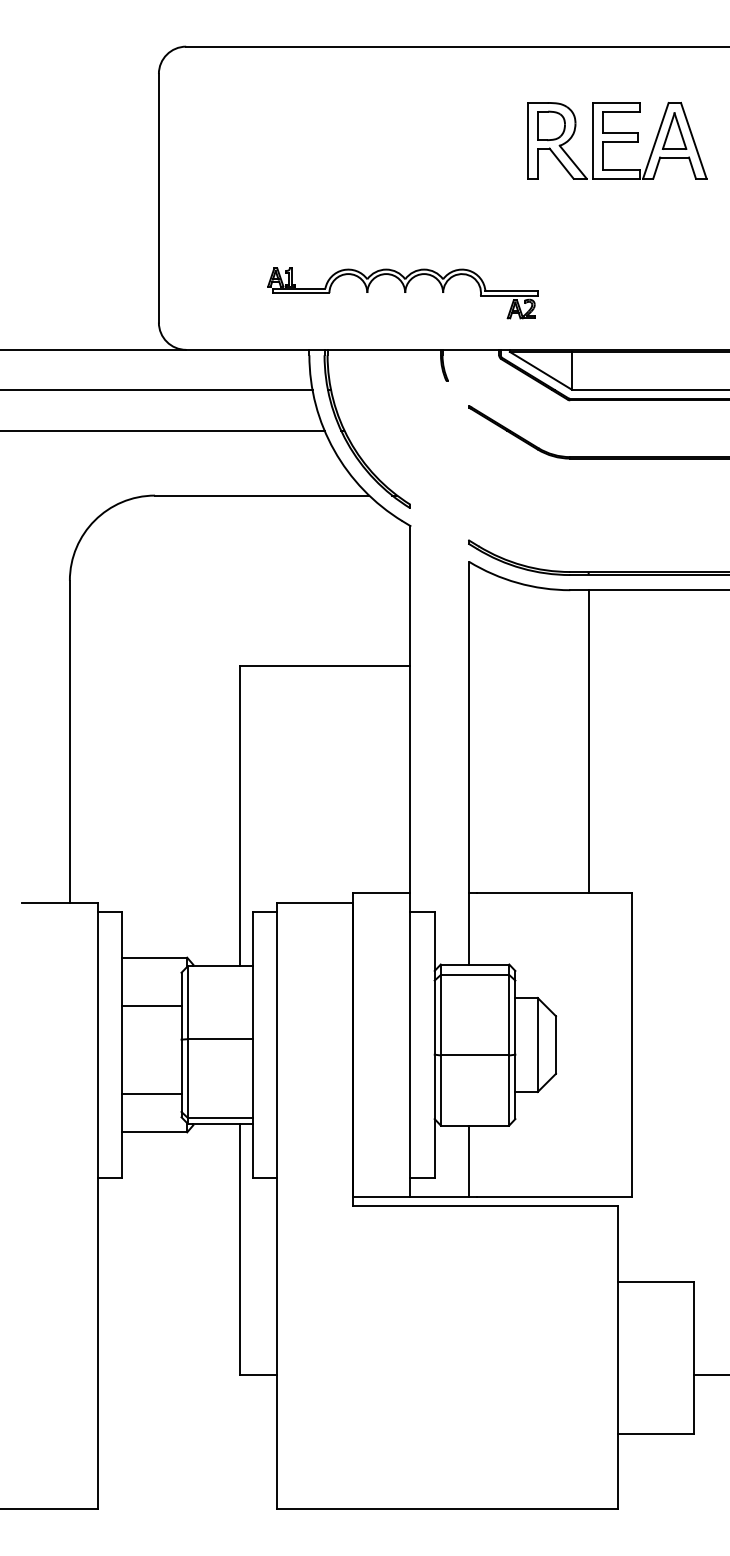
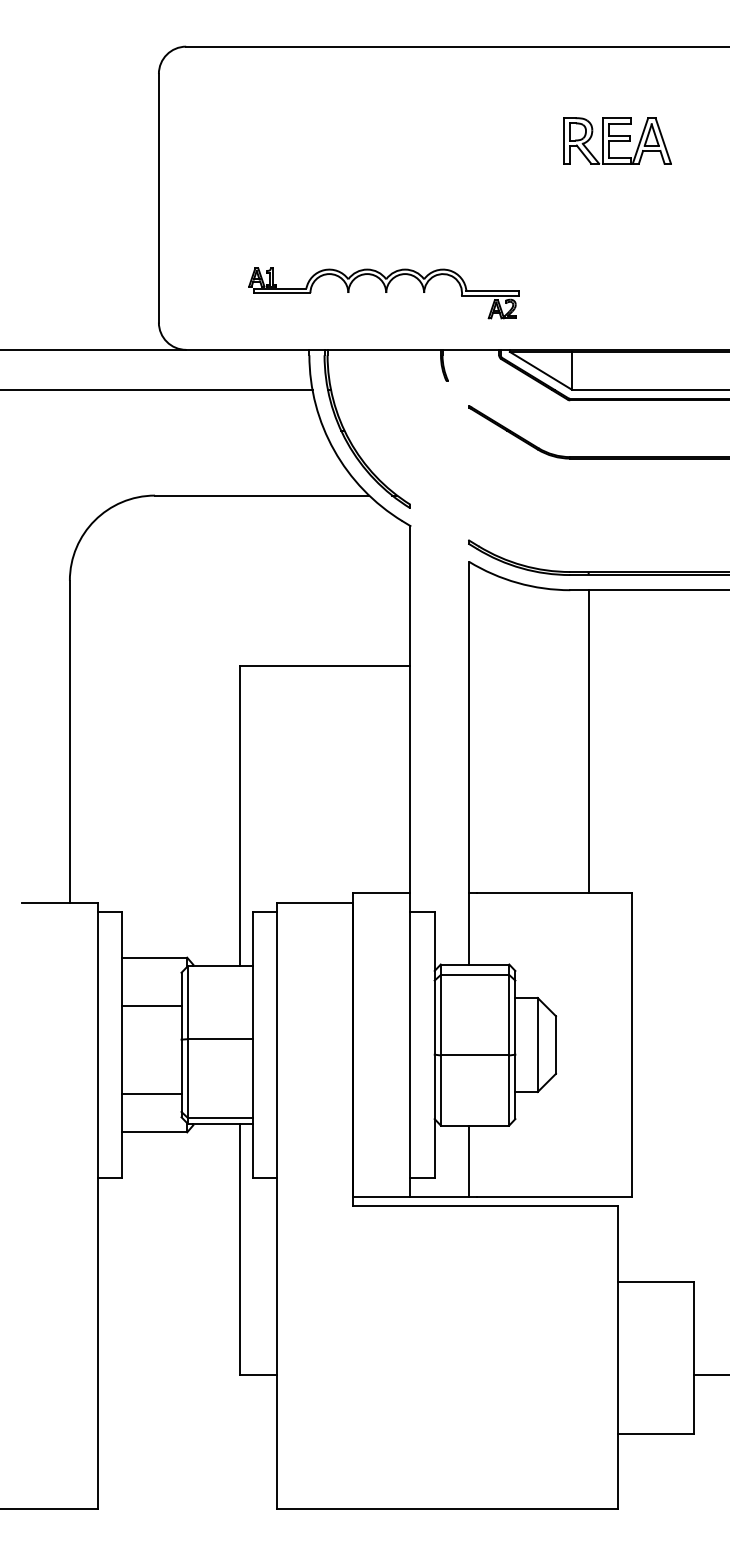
part at (617, 140) size: 181x78 px -> 109x48 px
part at (402, 293) position: (402, 293) -> (383, 293)
line at (163, 430): present -> none
